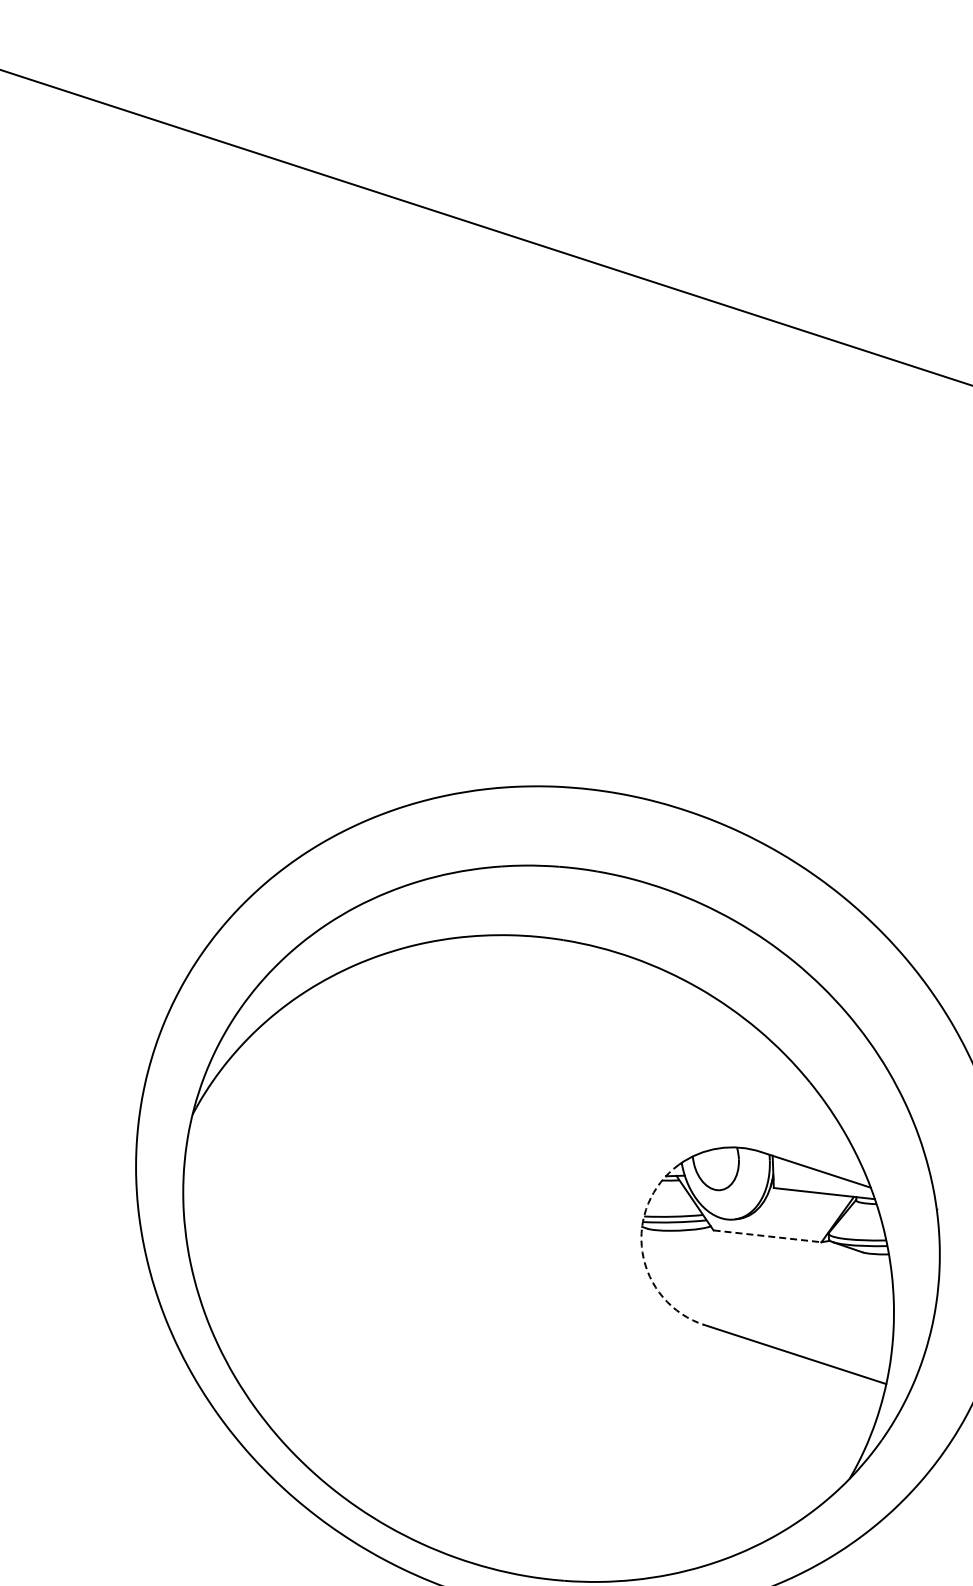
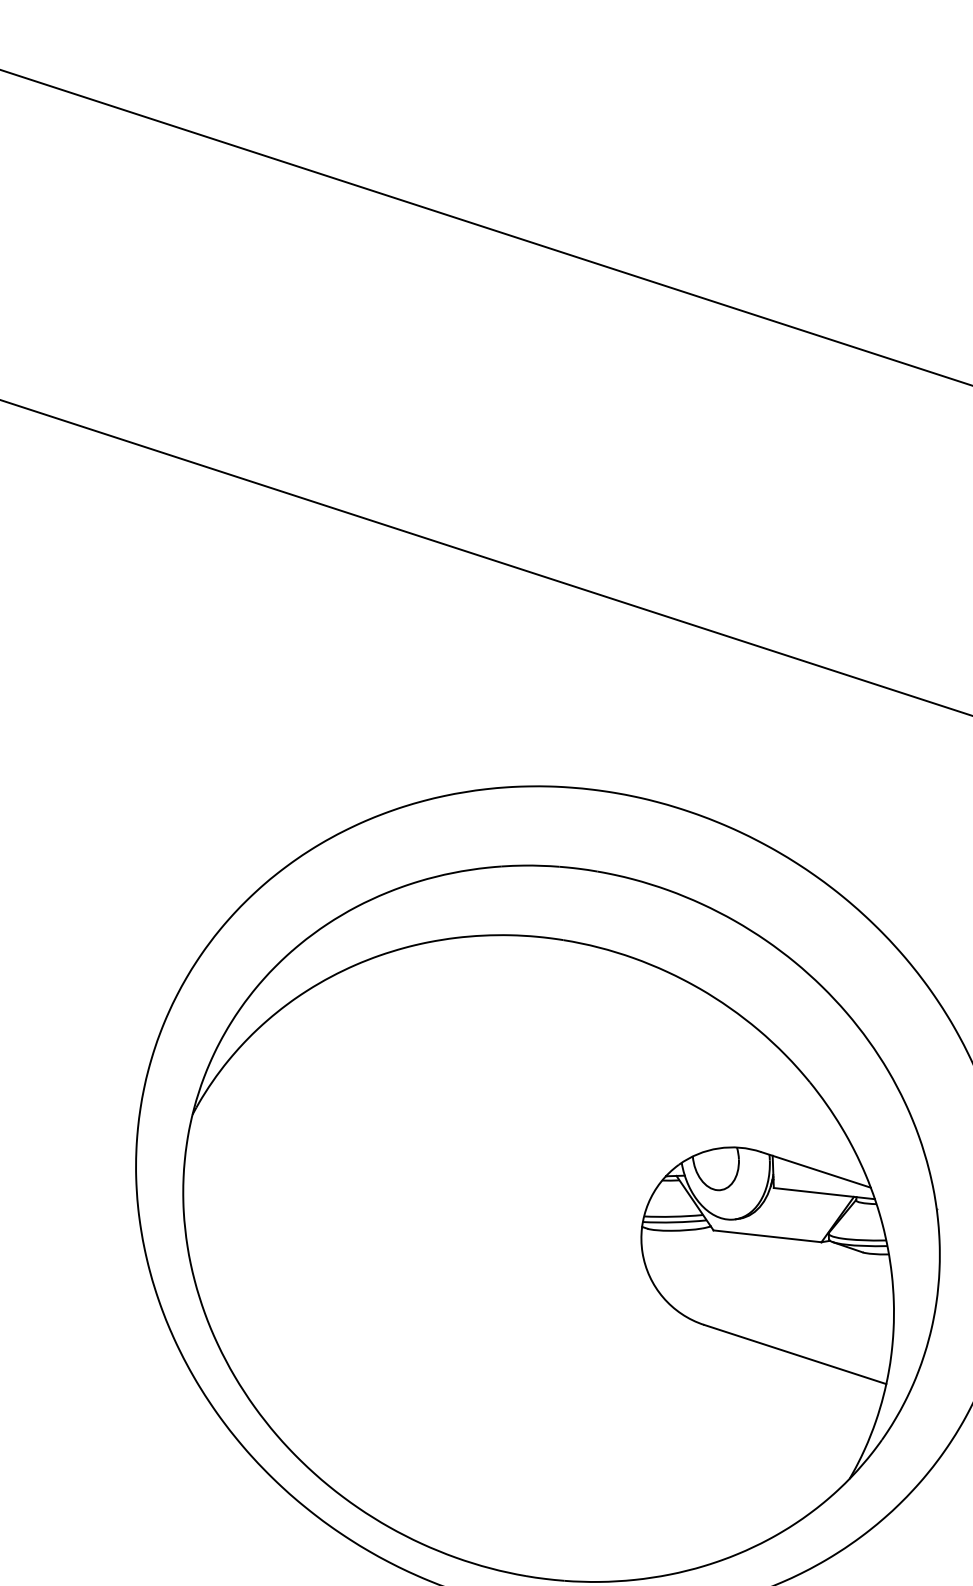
line at (485, 557): none -> present
line at (768, 1236): dashed -> solid
arc at (642, 1252): dashed -> solid
